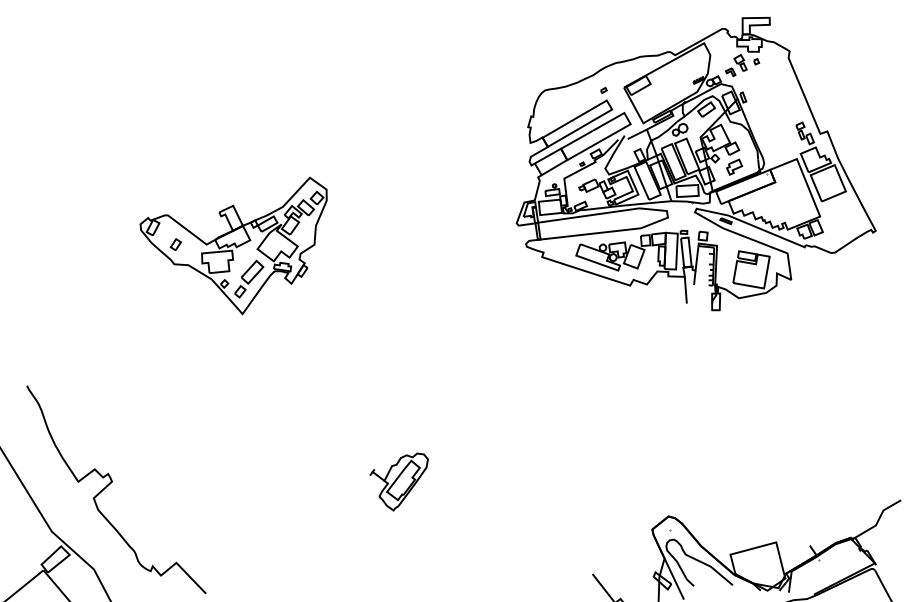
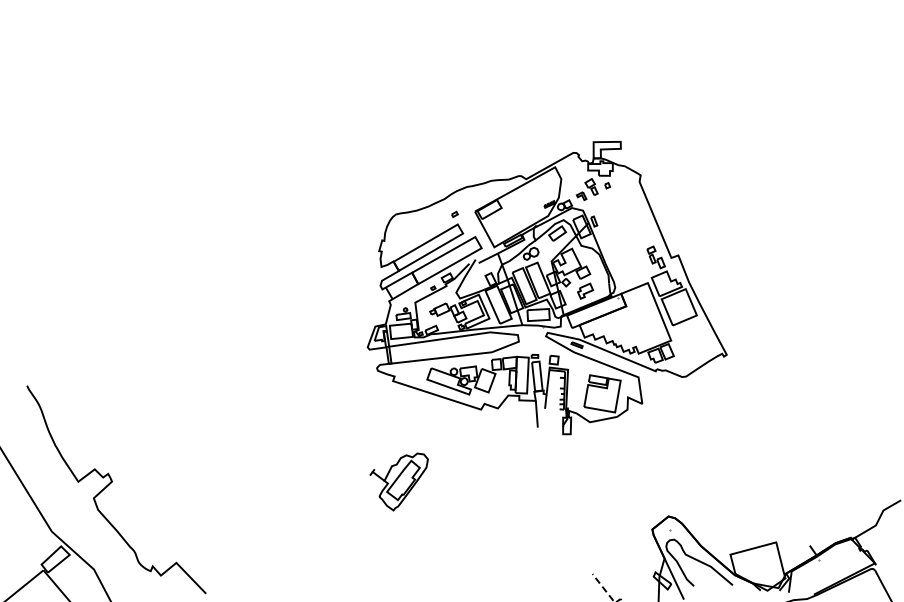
part at (695, 163) position: (695, 163) -> (546, 287)
part at (233, 245): present -> none
line at (605, 591): solid -> dashed
